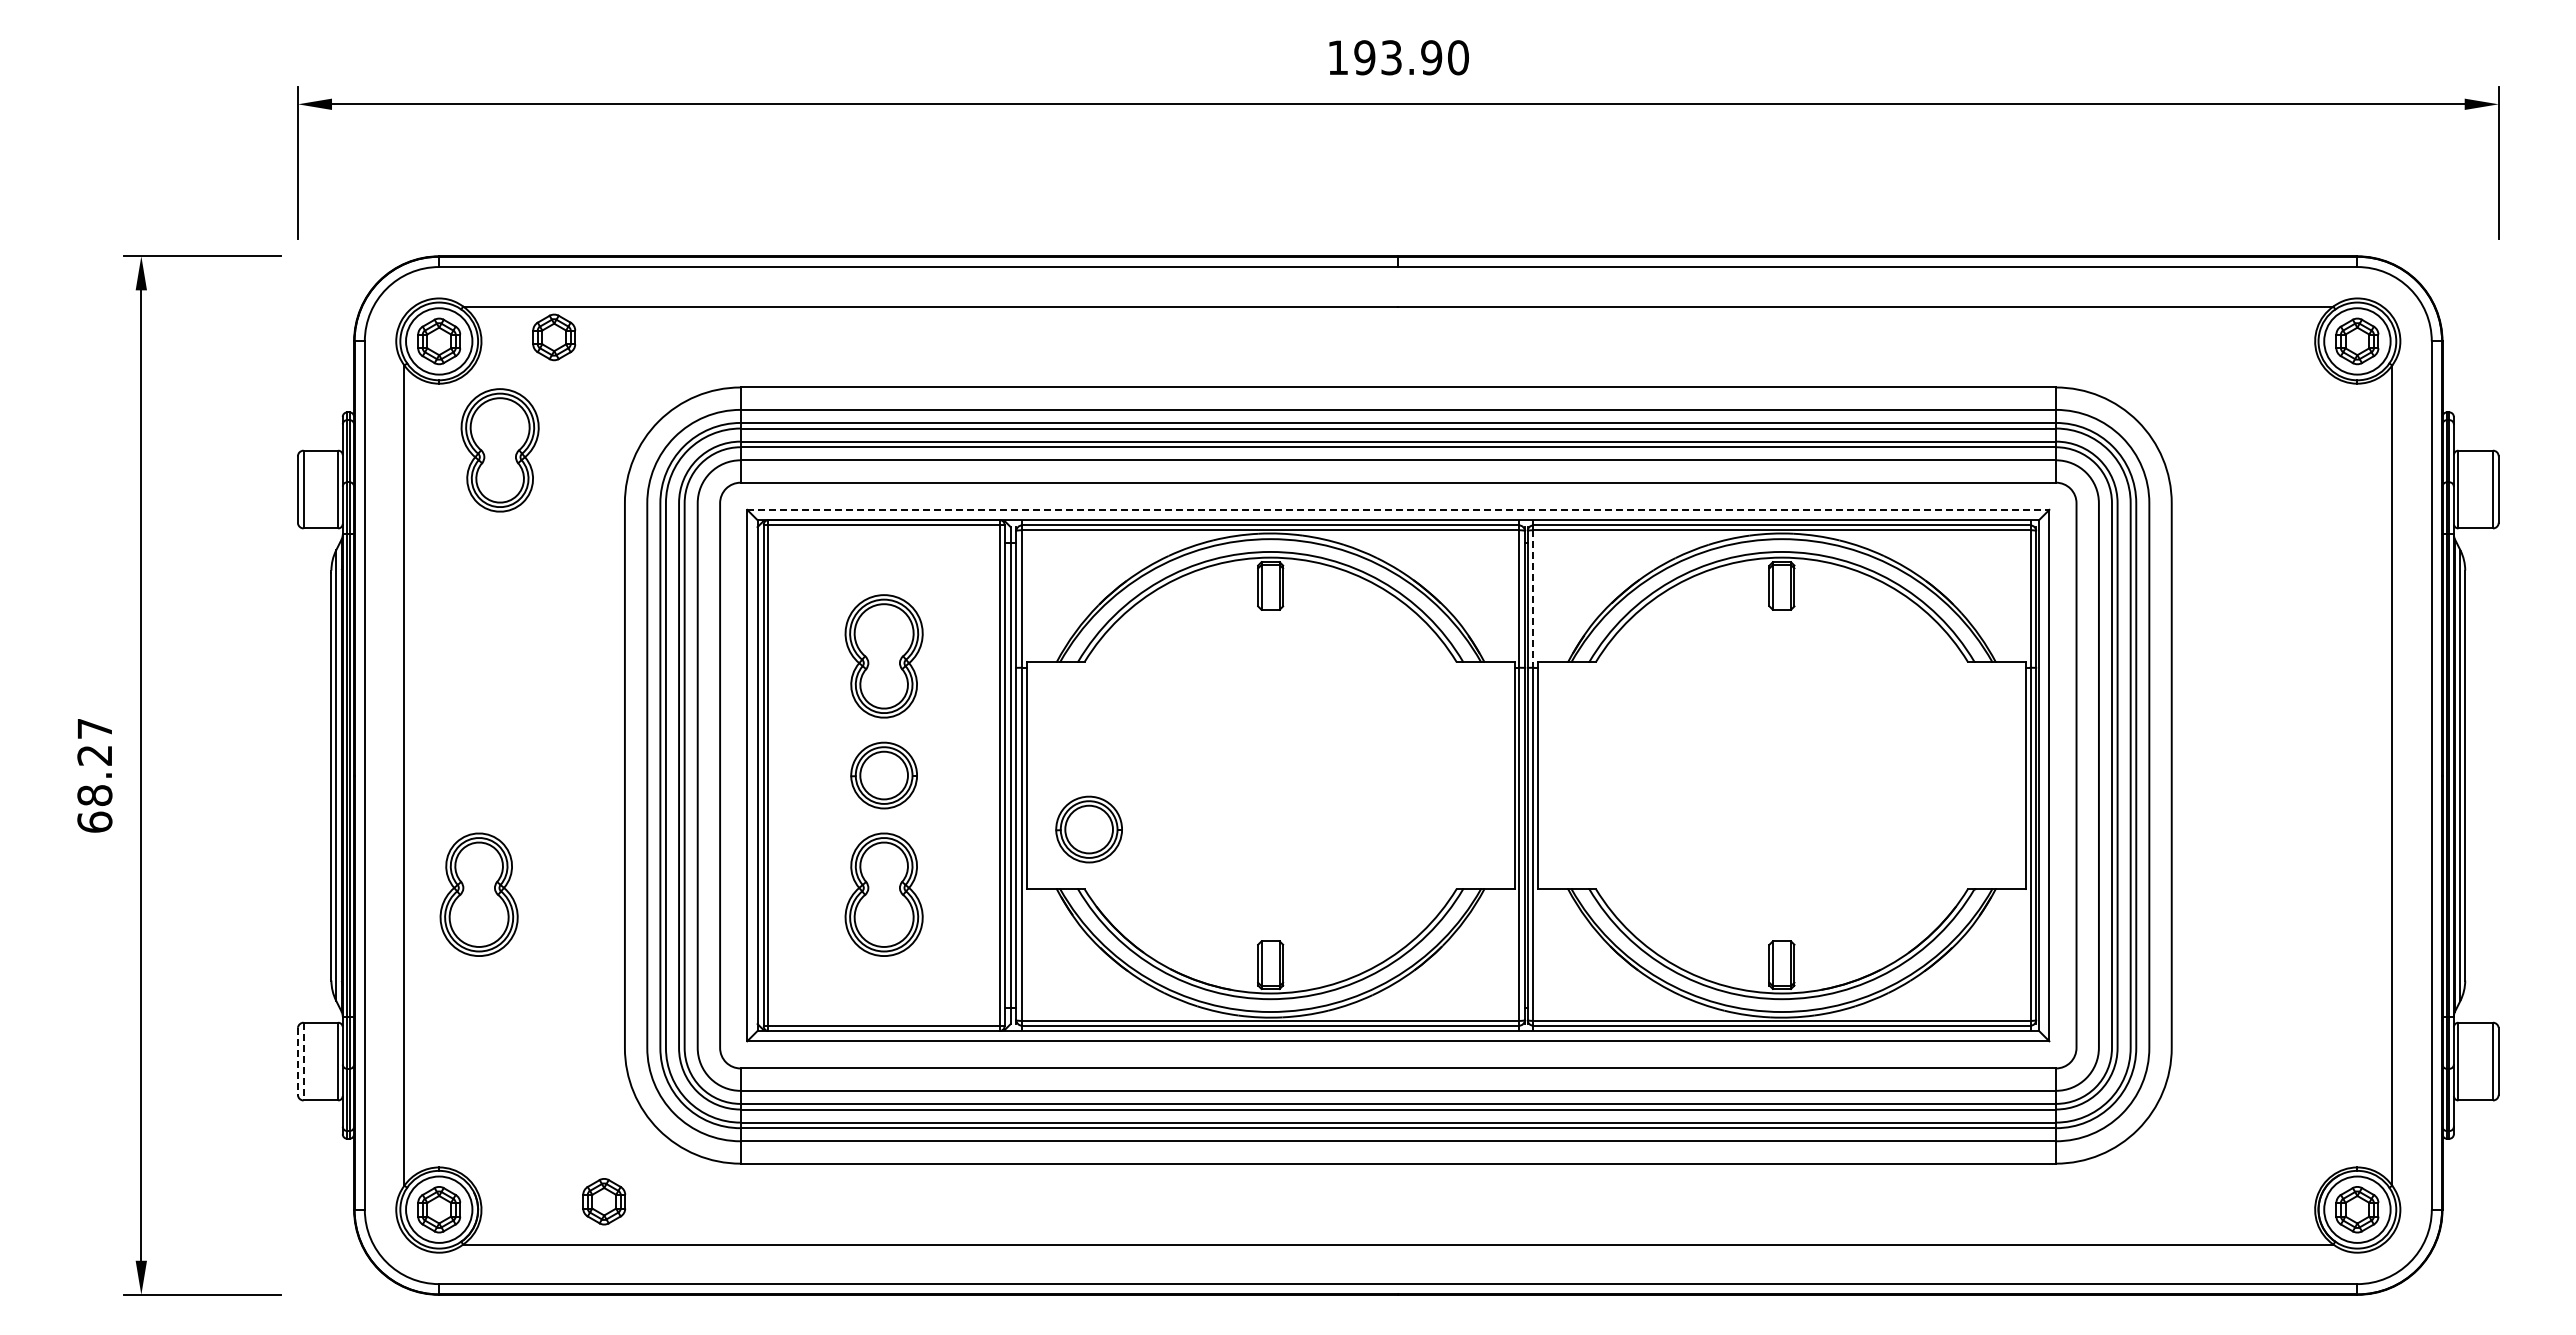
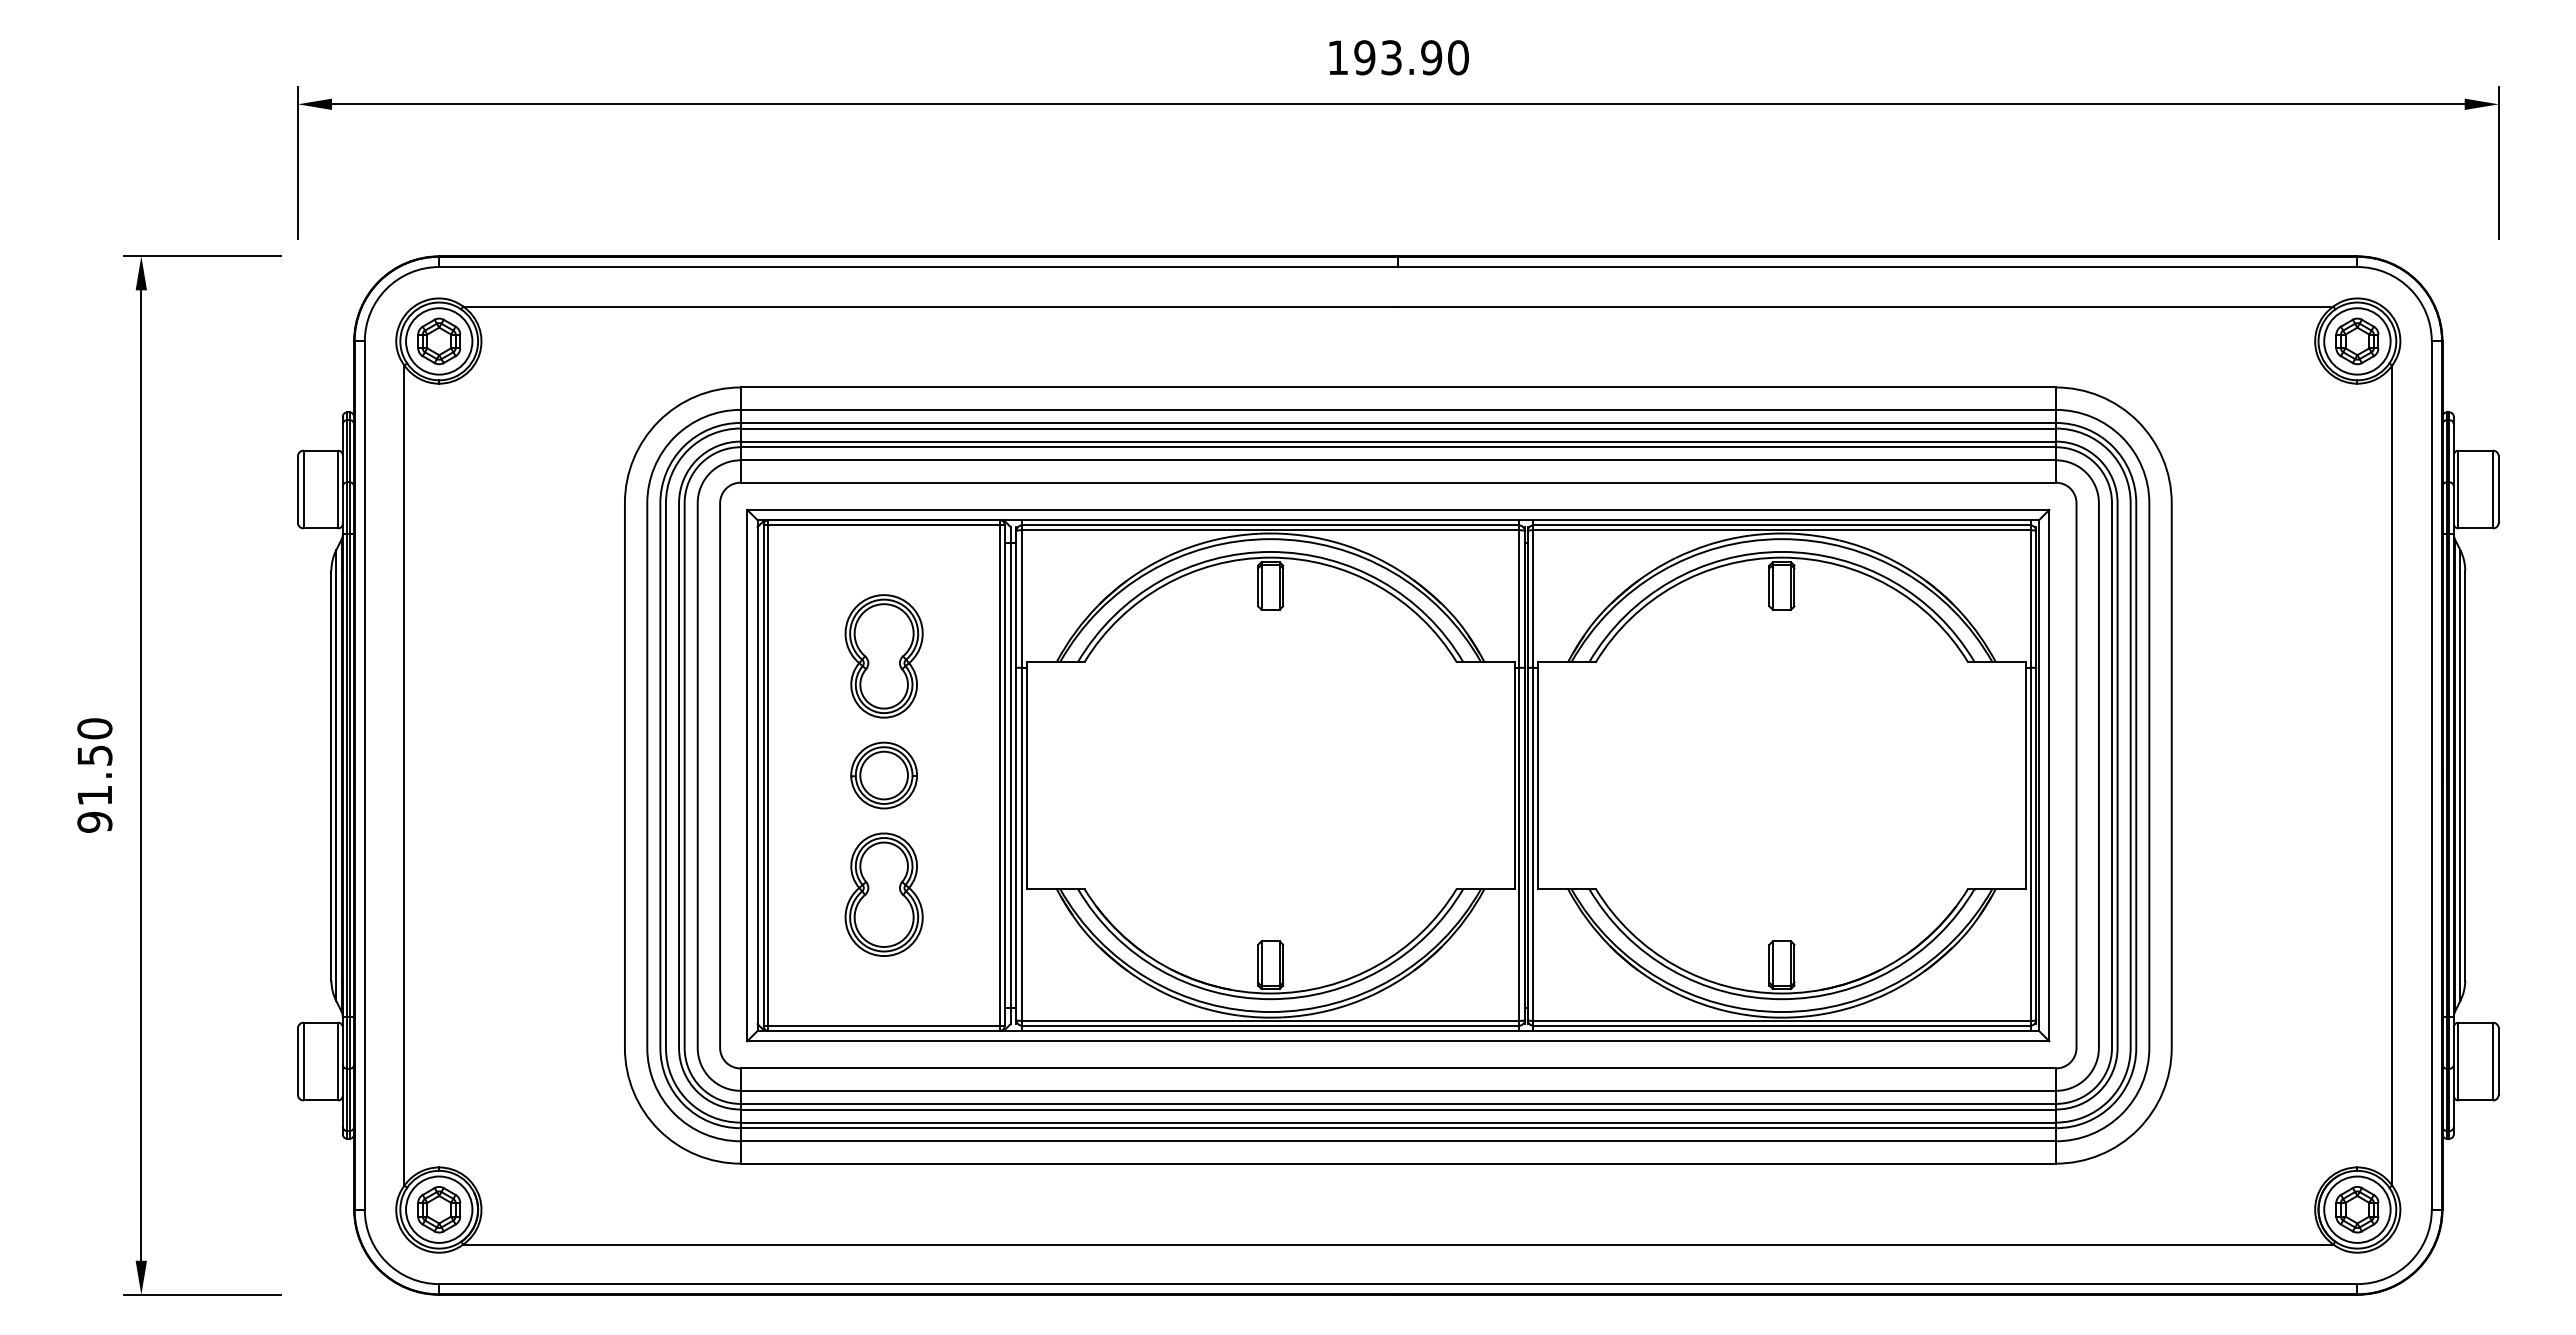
part at (554, 337): present -> none
part at (499, 450): present -> none
line at (1398, 509): dashed -> solid
line at (1533, 598): dashed -> solid
text at (94, 775): 68.27 -> 91.50
part at (1088, 829): present -> none
part at (478, 894): present -> none
line at (303, 1061): dashed -> solid
line at (297, 1062): dashed -> solid
part at (604, 1201): present -> none
